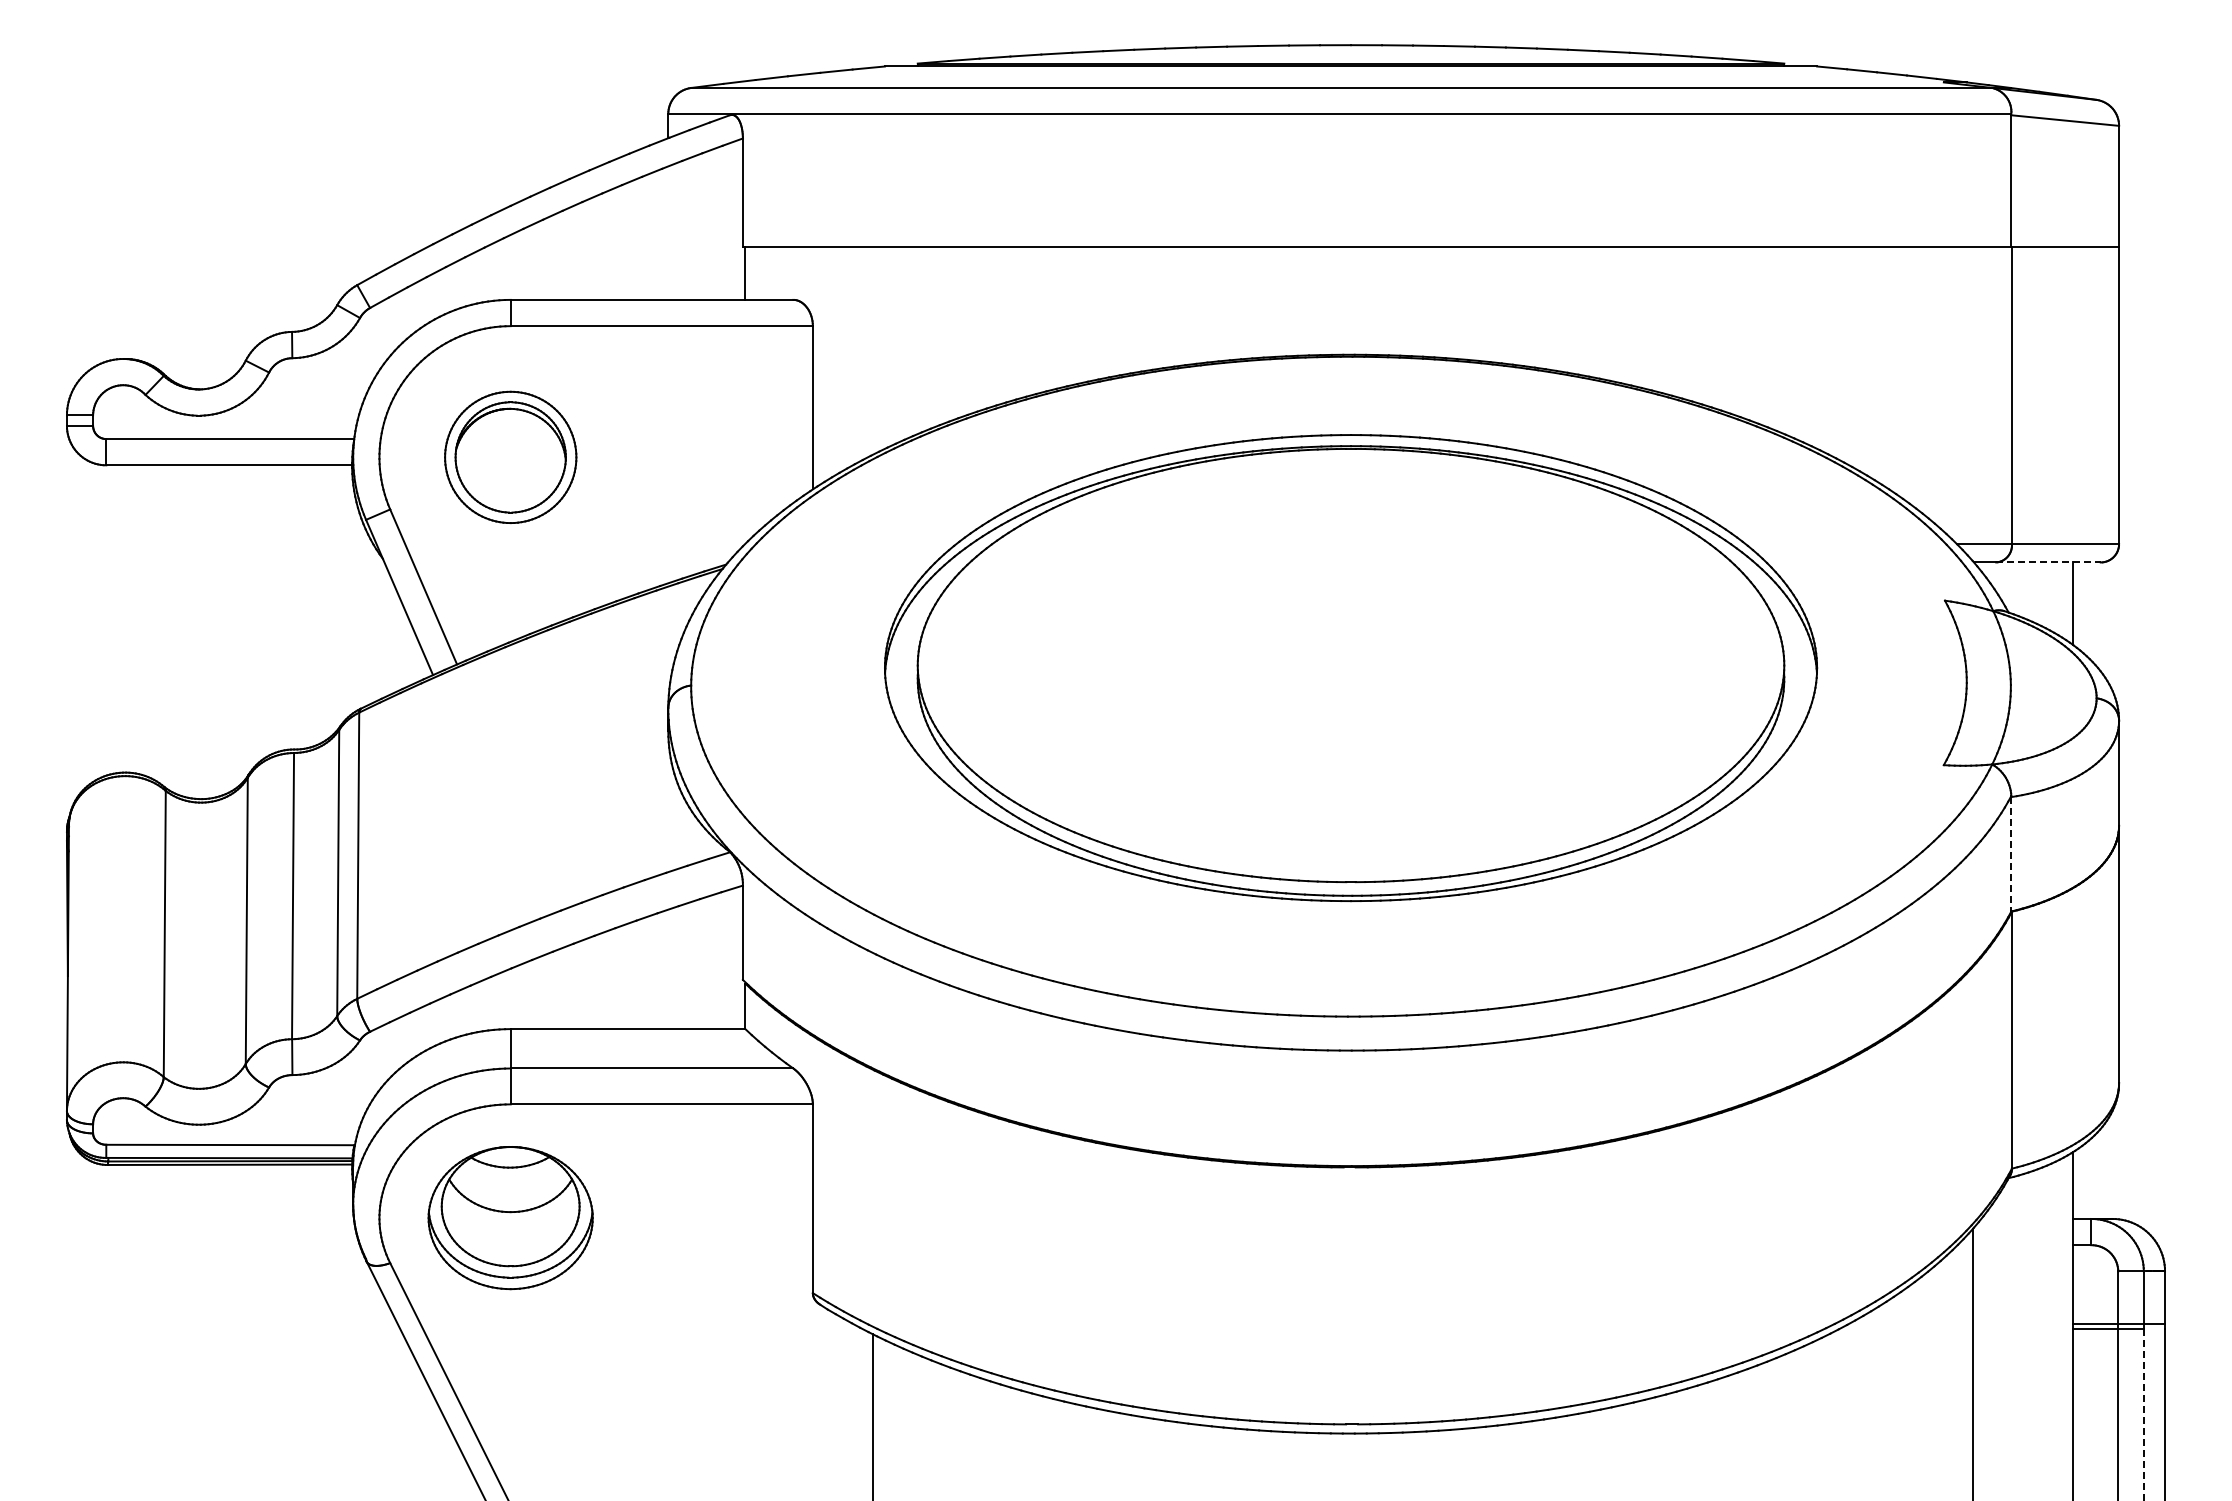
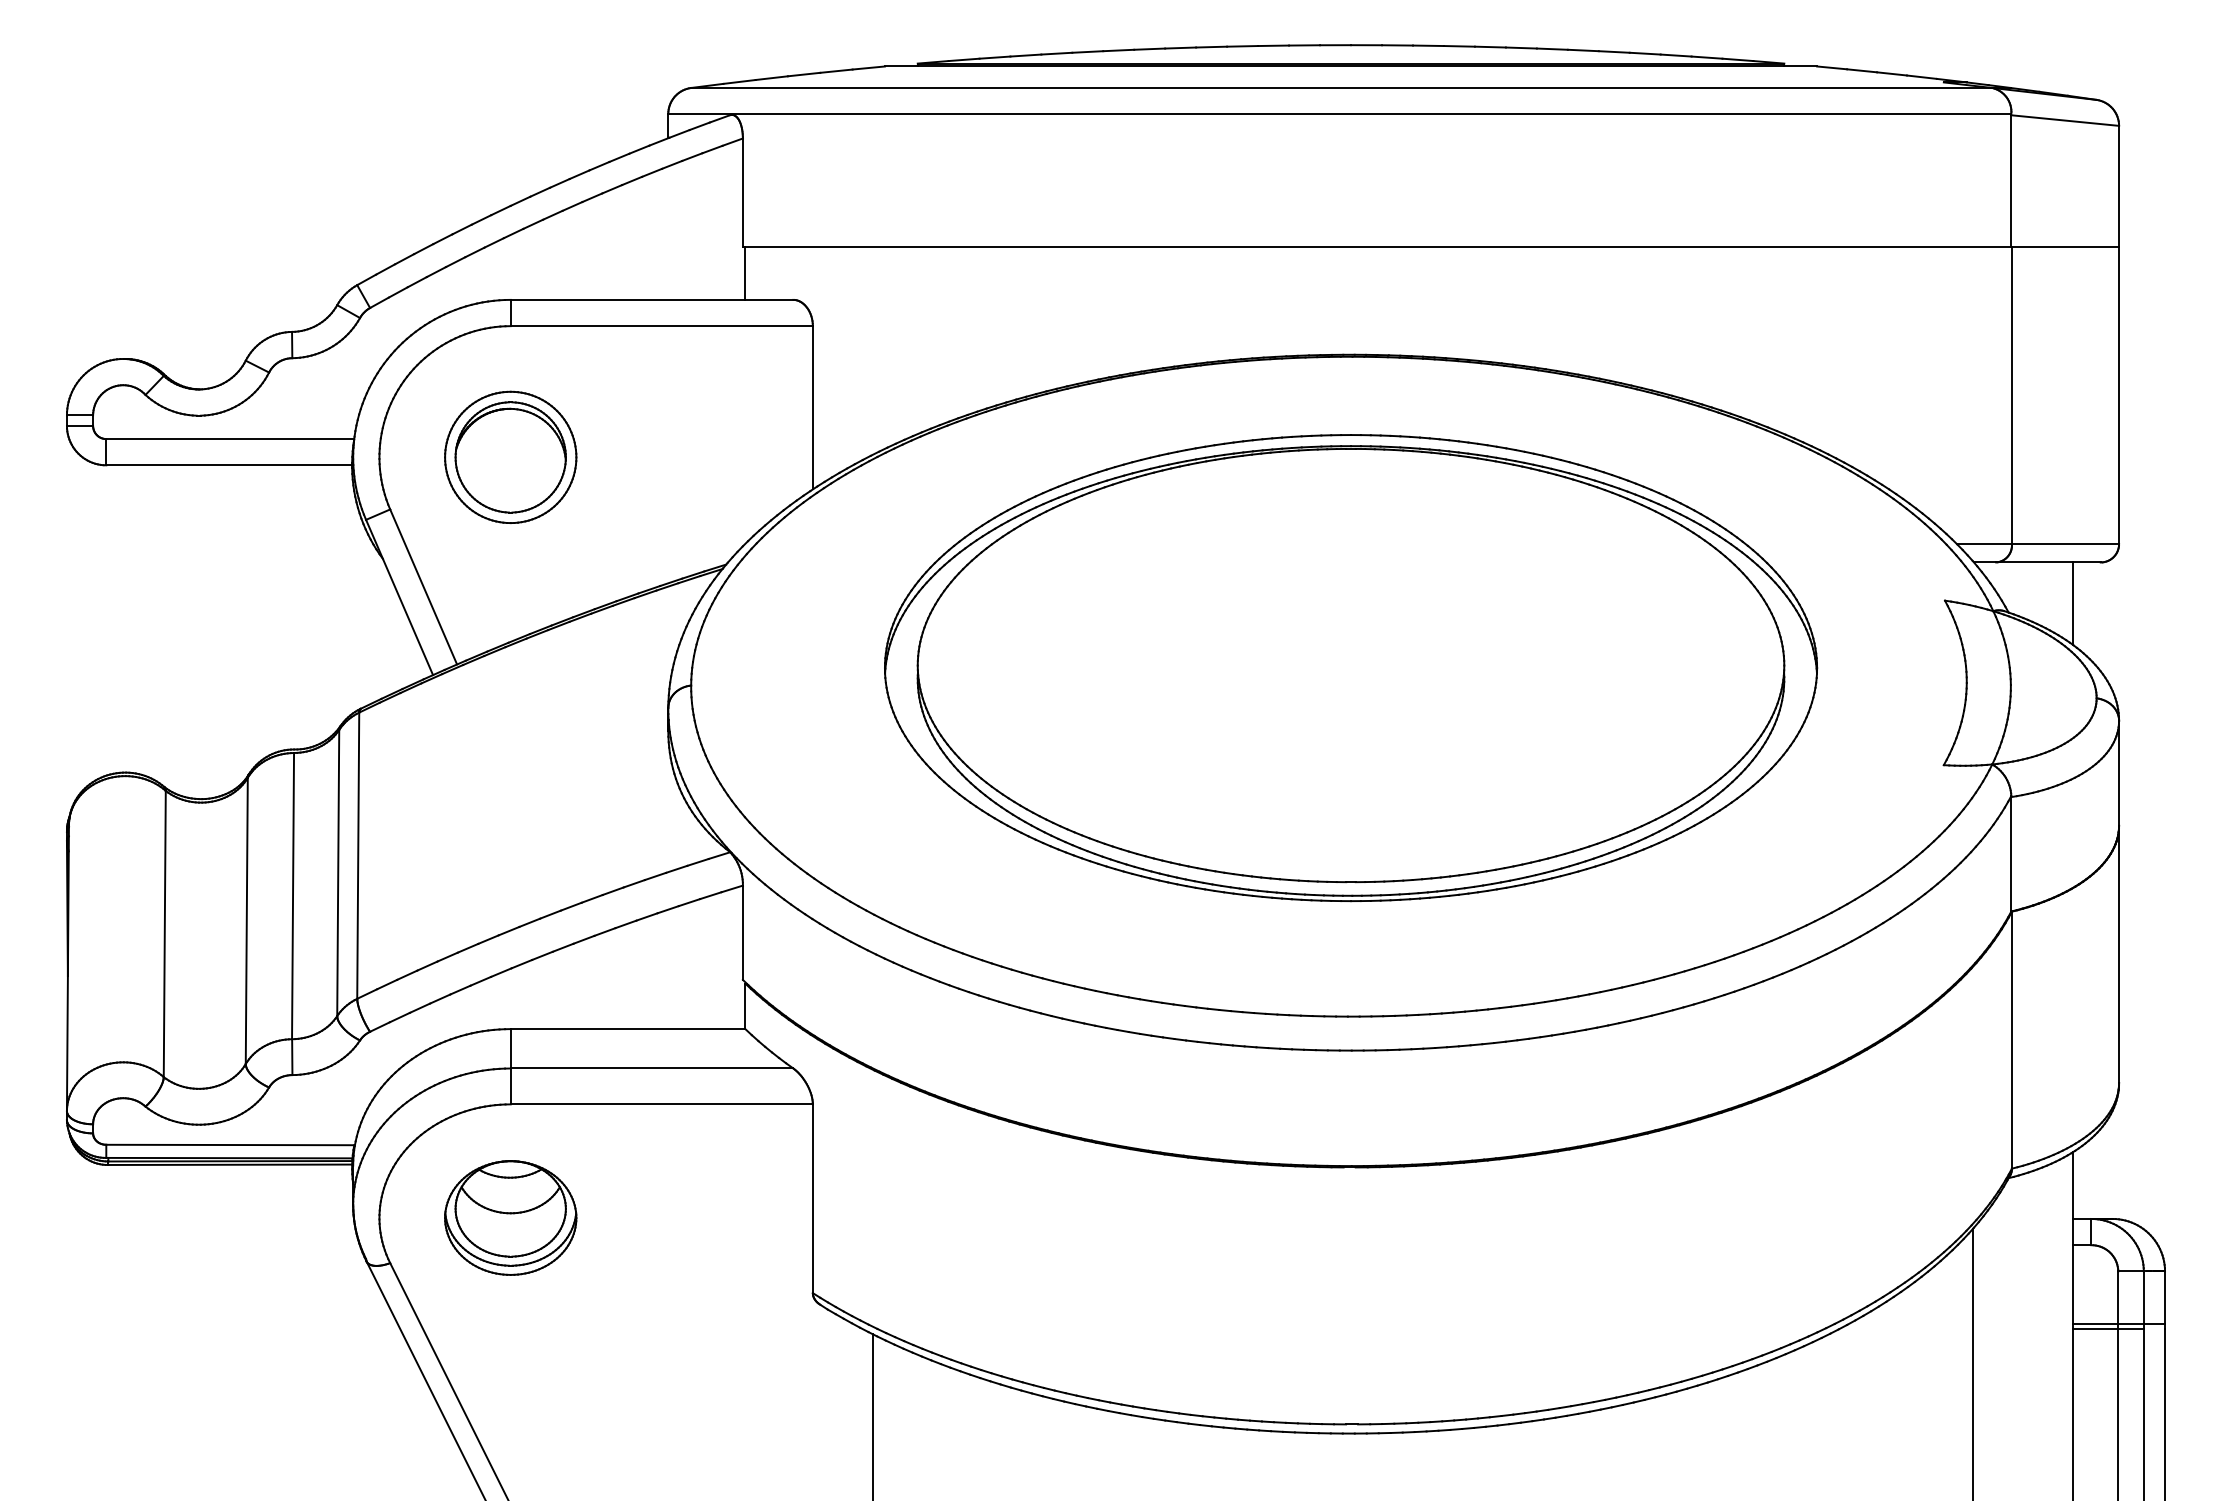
line at (2048, 562): dashed -> solid
line at (2011, 854): dashed -> solid
part at (510, 1218) size: 167x145 px -> 134x116 px
line at (2143, 1415): dashed -> solid
